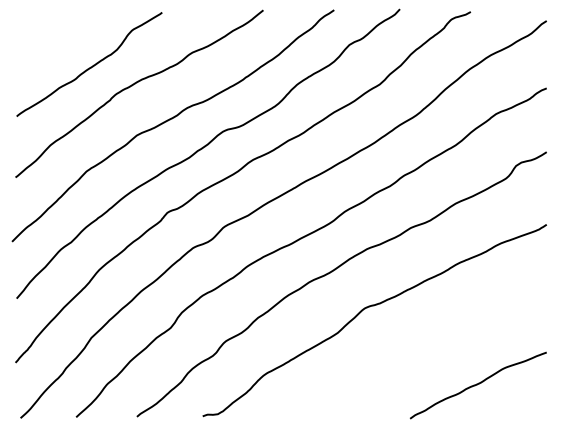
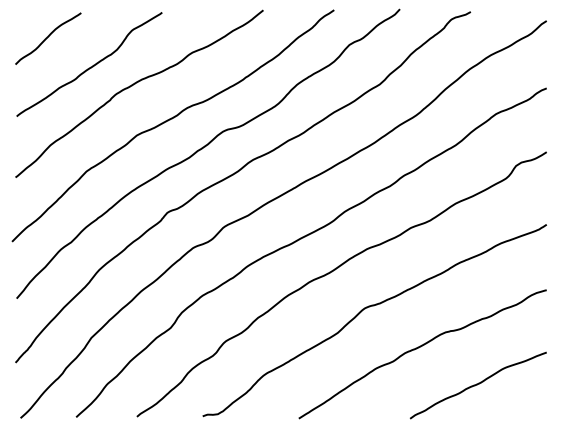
curve at (48, 37): none -> present
curve at (418, 348): none -> present
